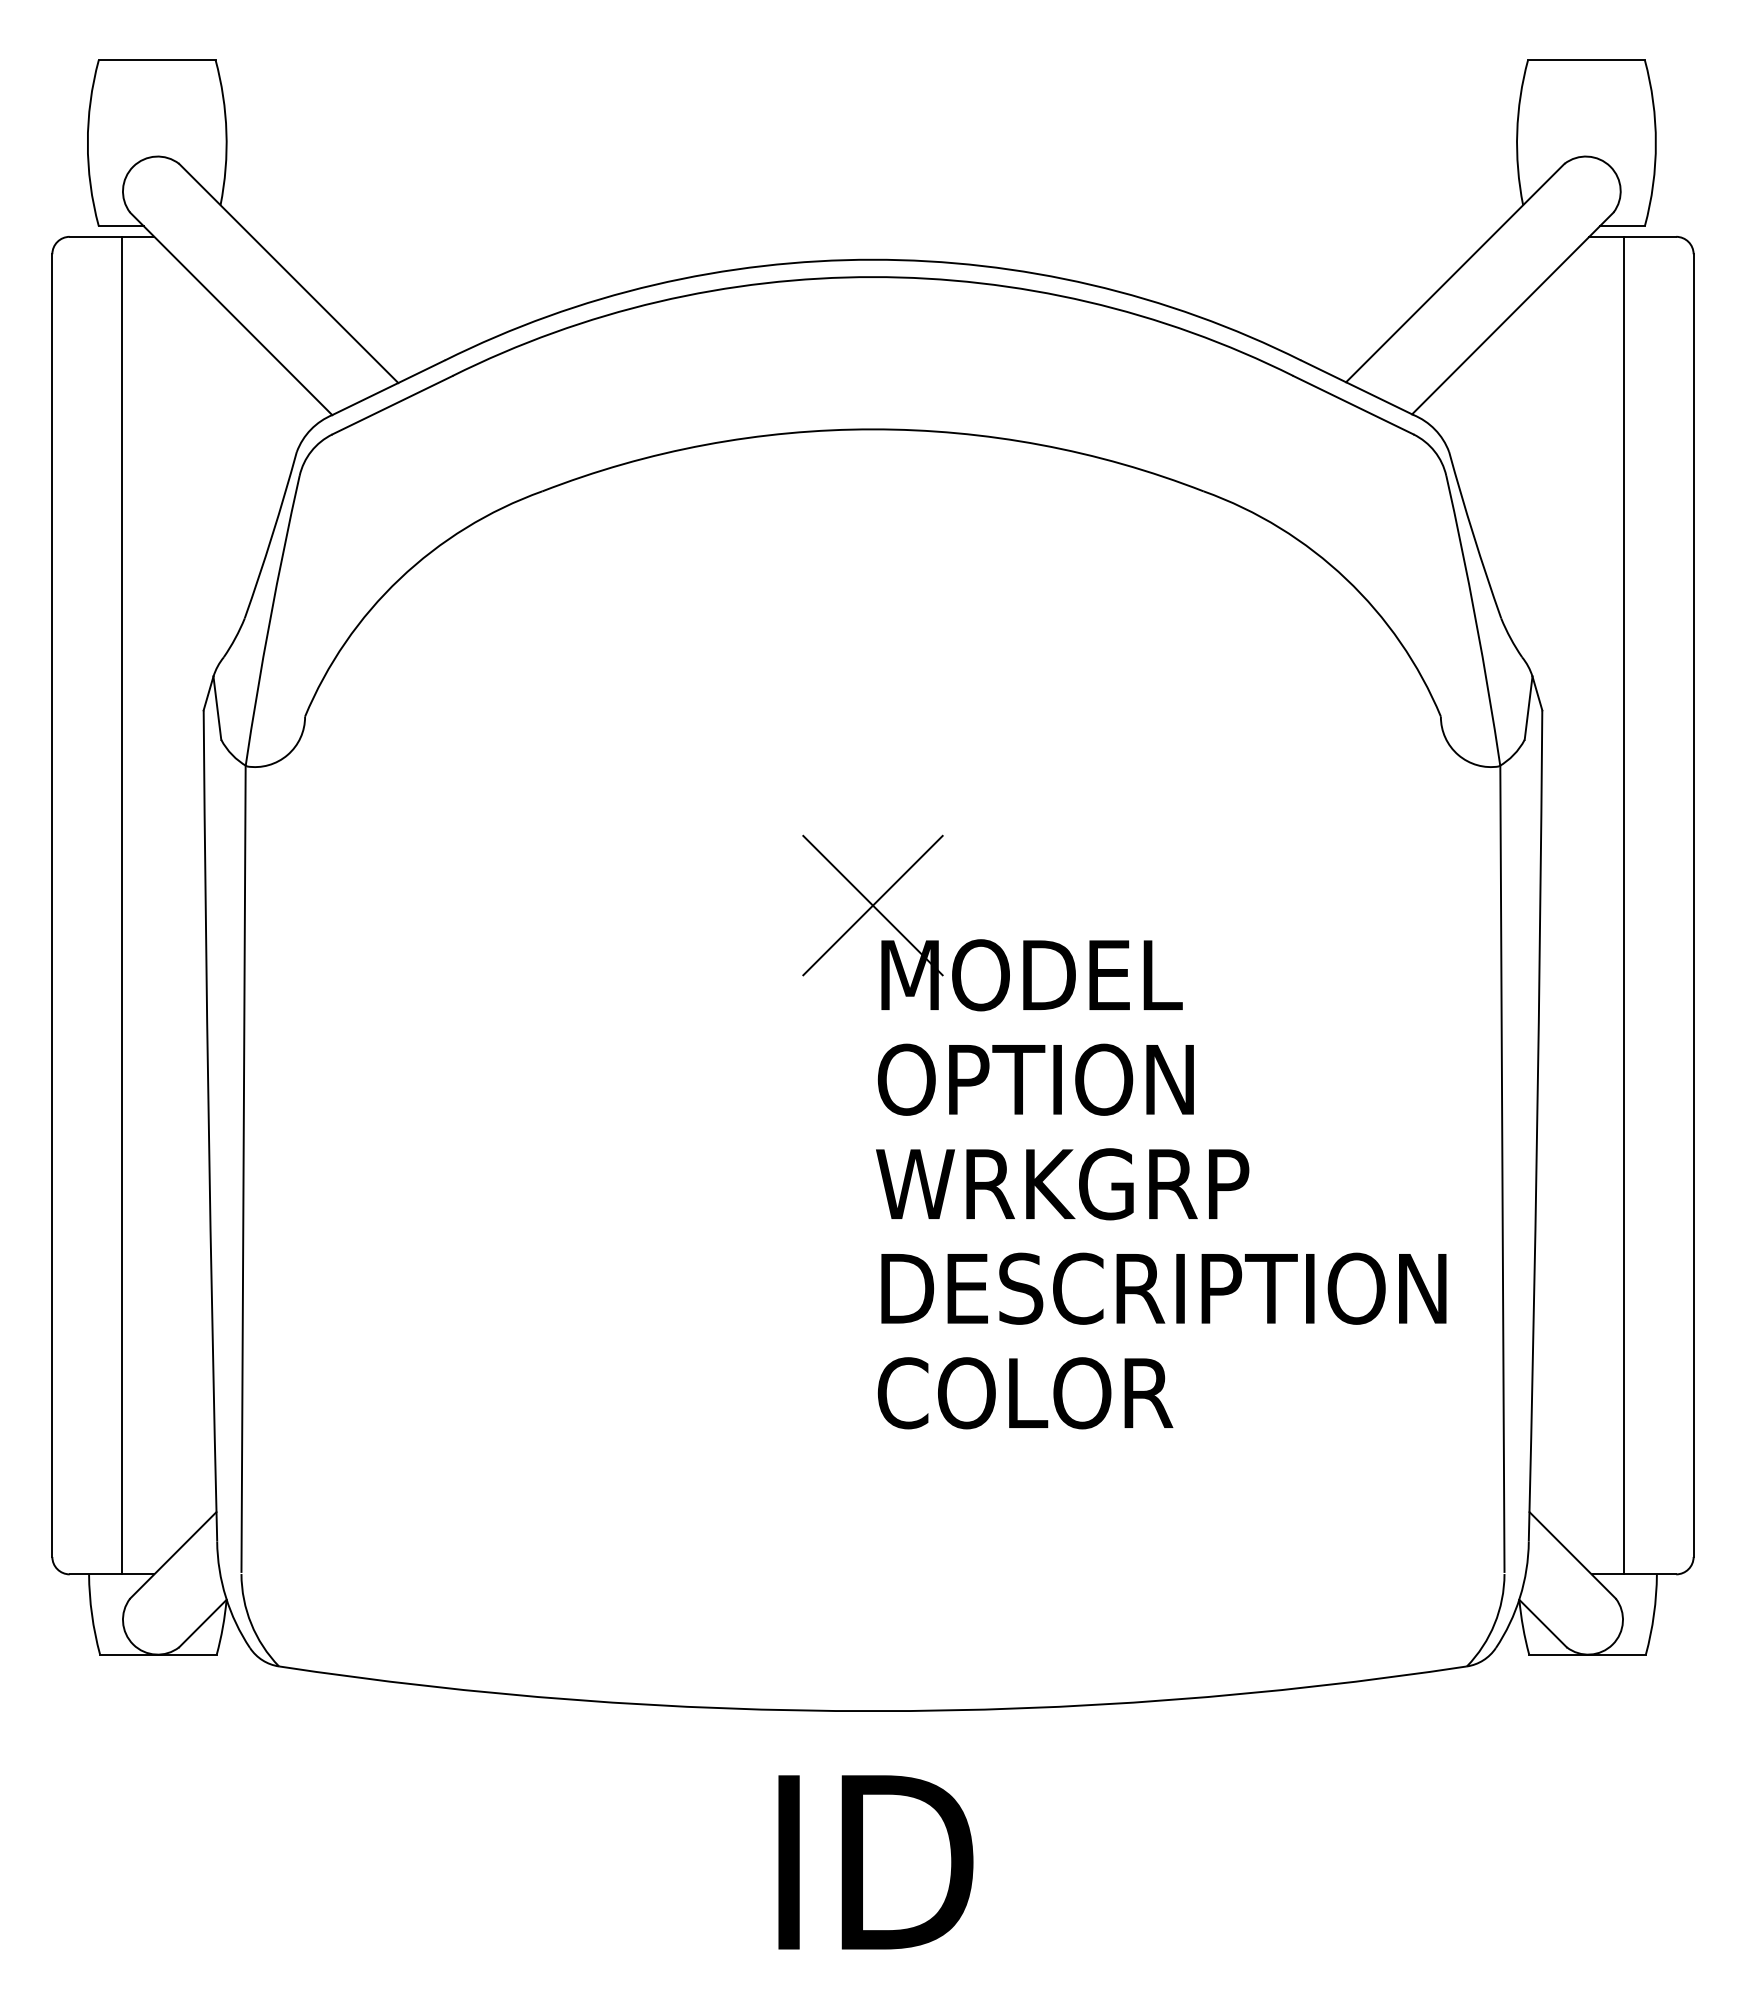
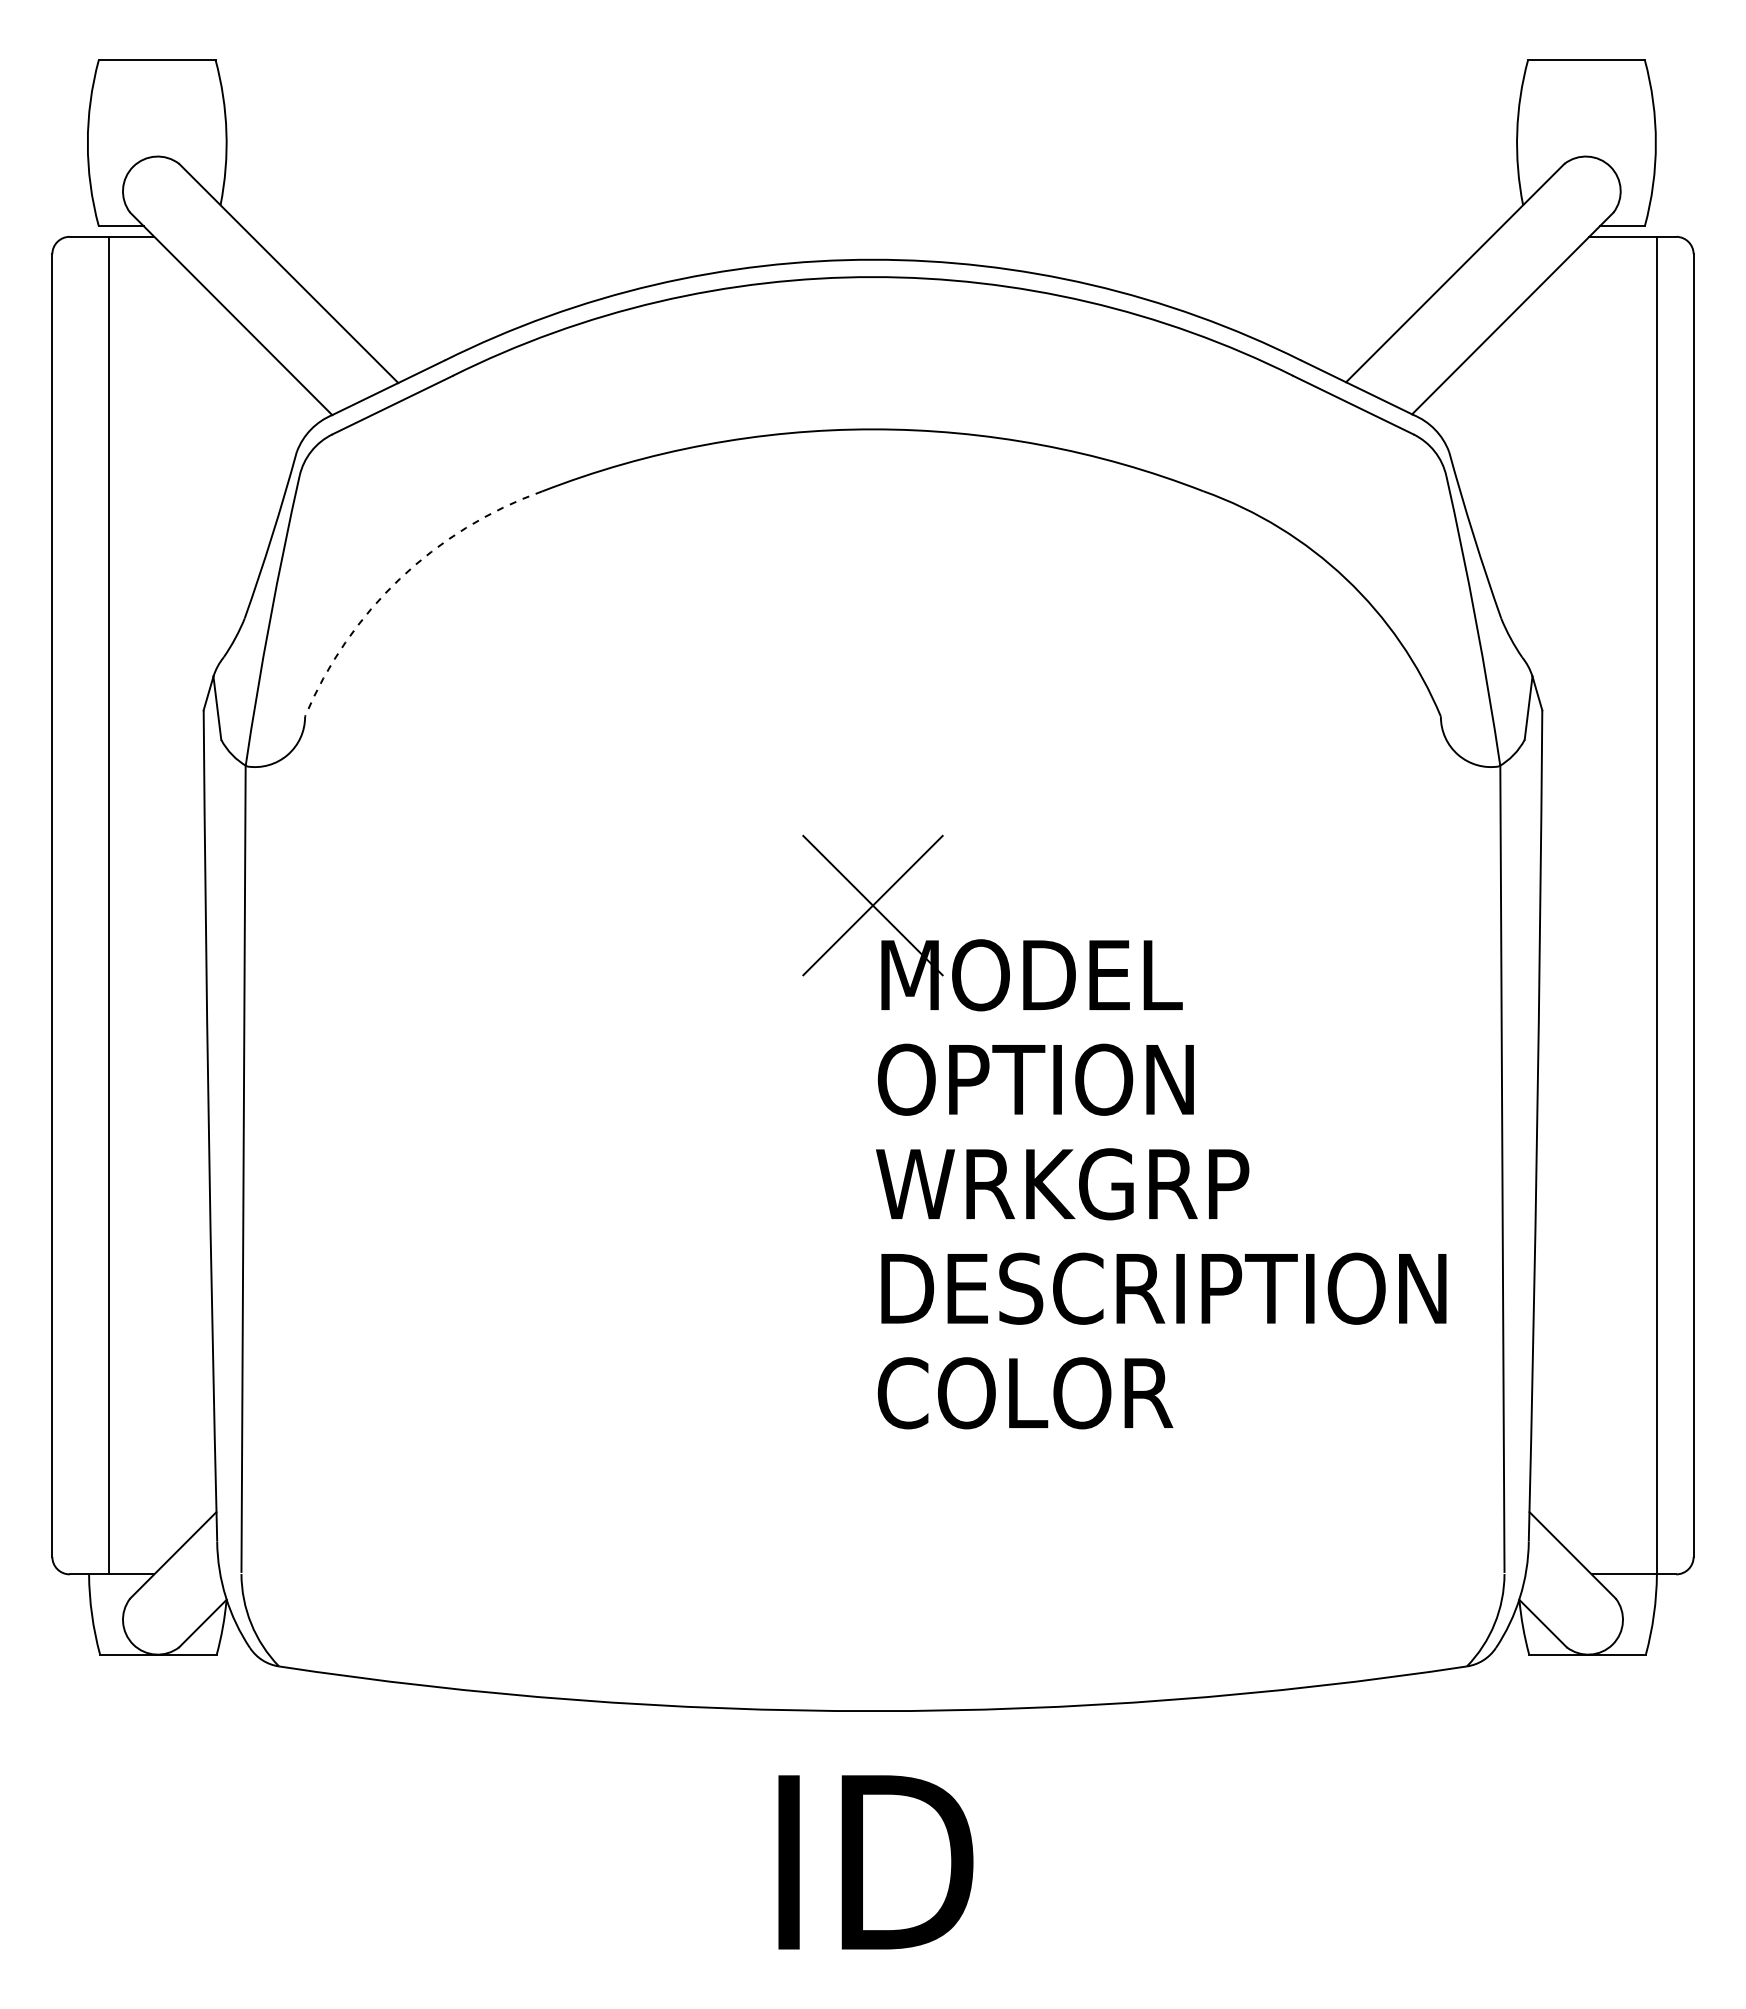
arc at (399, 578): solid -> dashed
line at (122, 905) position: (122, 905) -> (109, 905)
line at (1623, 905) position: (1623, 905) -> (1656, 905)
